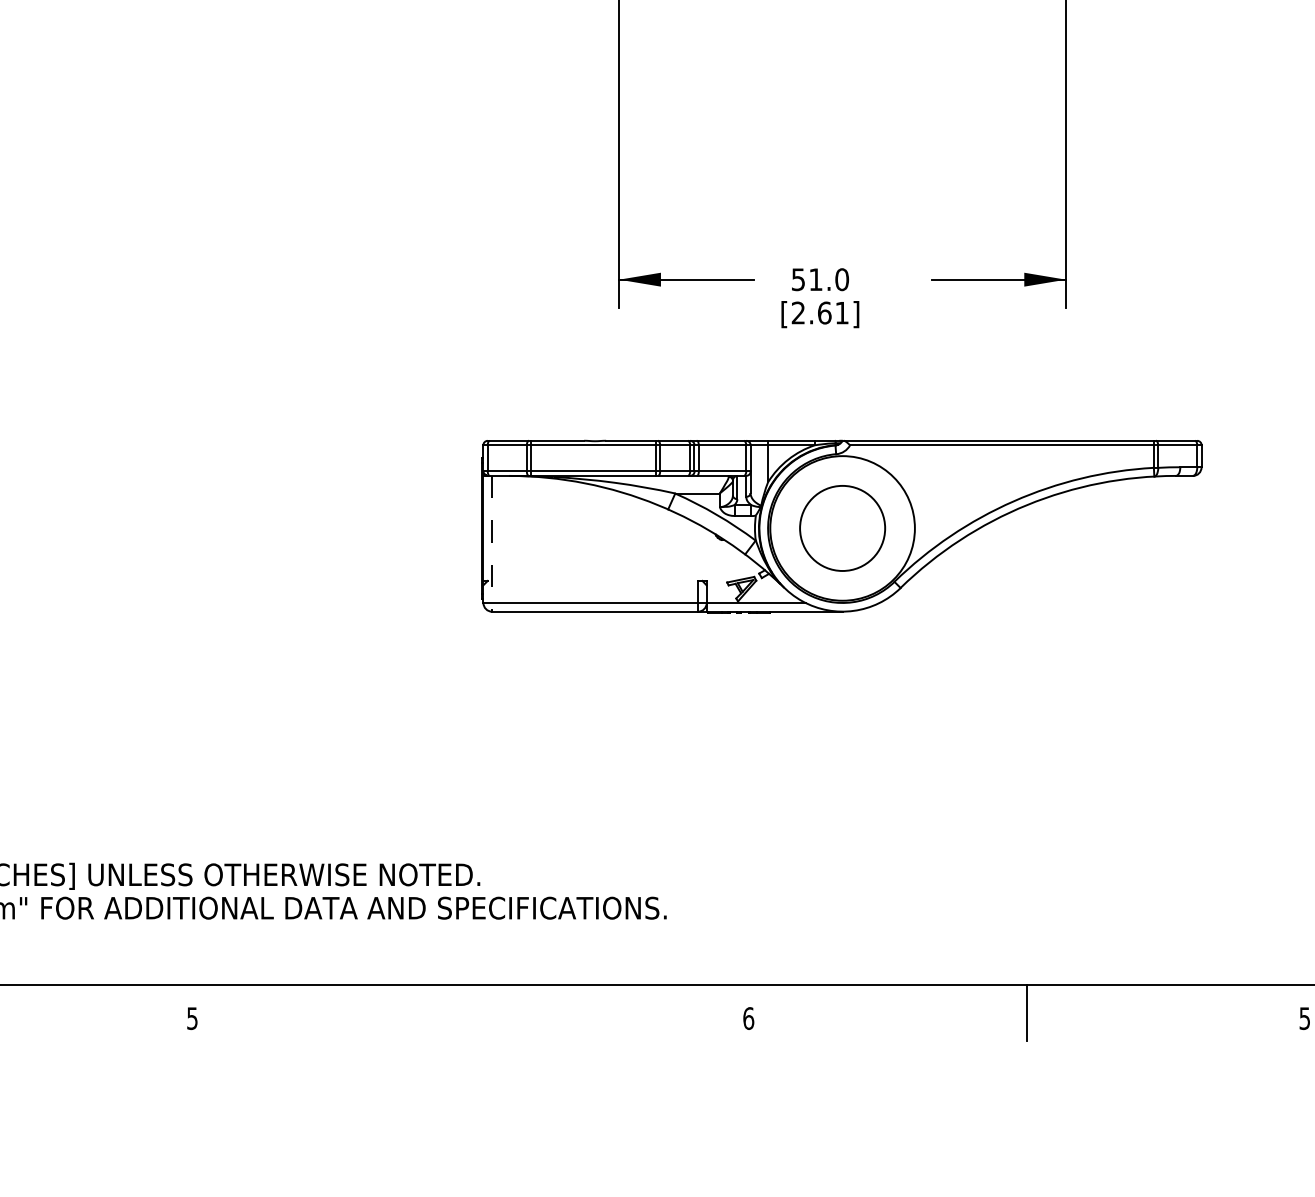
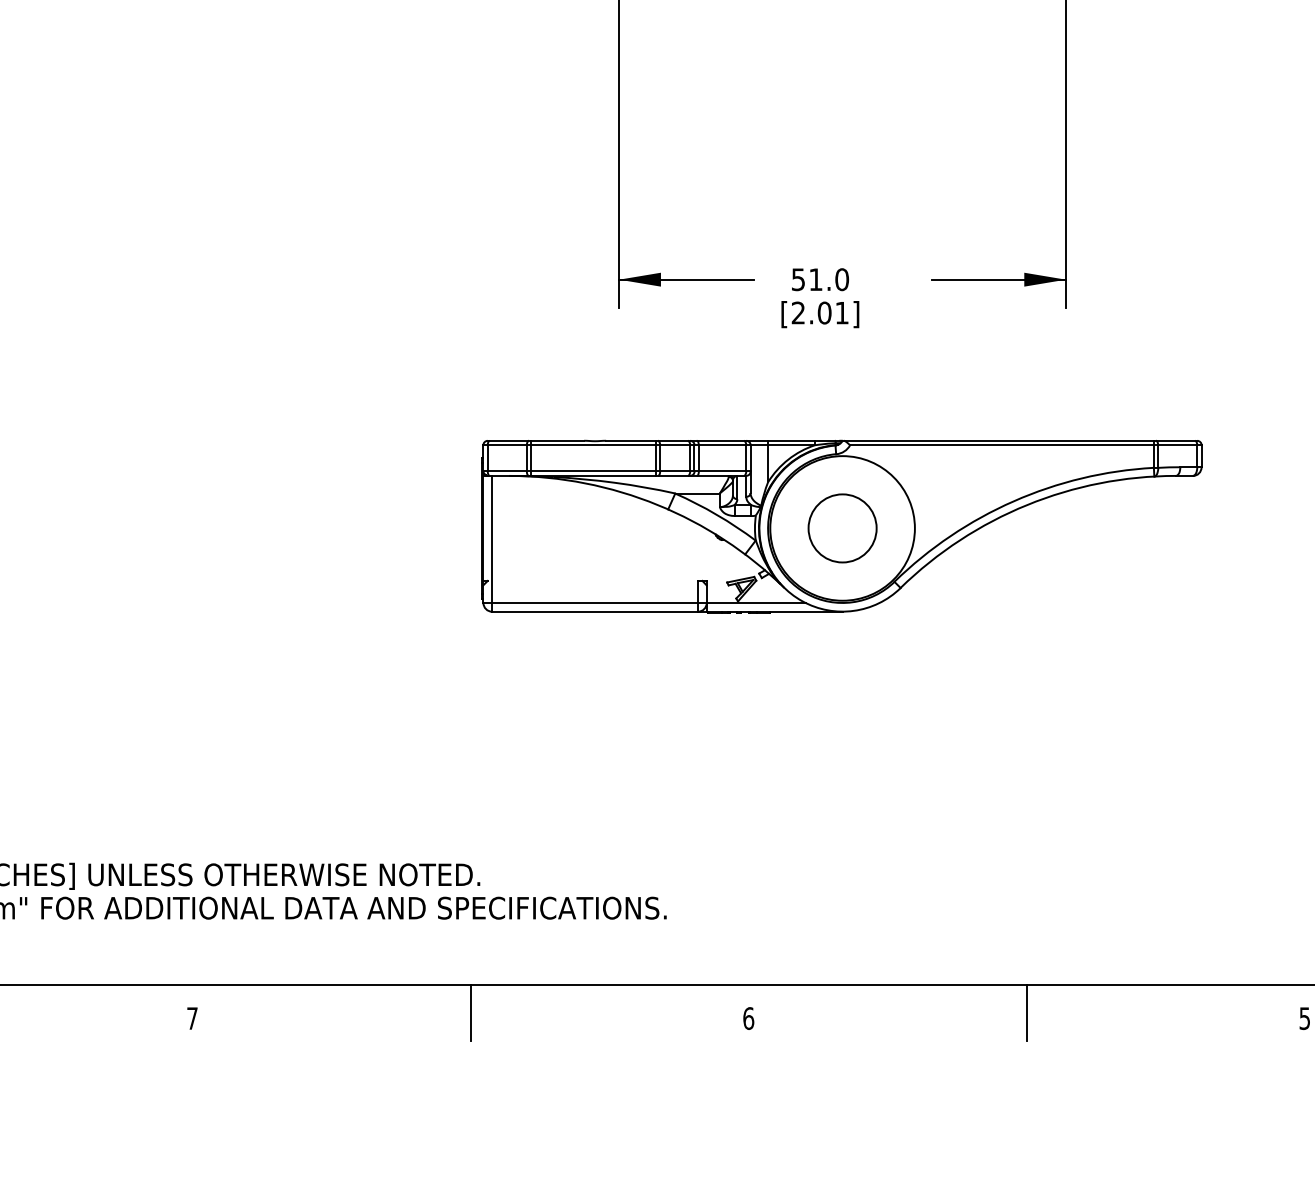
text at (824, 312): [2.61] -> [2.01]
circle at (842, 527) diameter: 85 px -> 68 px
line at (492, 543): dashed -> solid
line at (470, 1012): none -> present
text at (192, 1018): 5 -> 7
